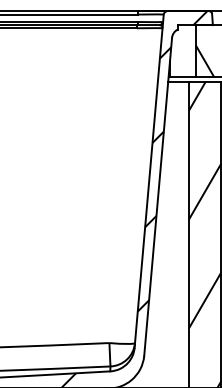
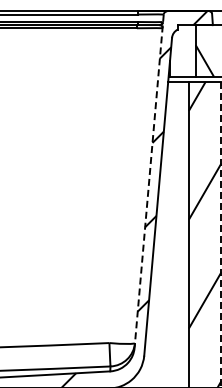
line at (149, 181): solid -> dashed
line at (221, 234): solid -> dashed
